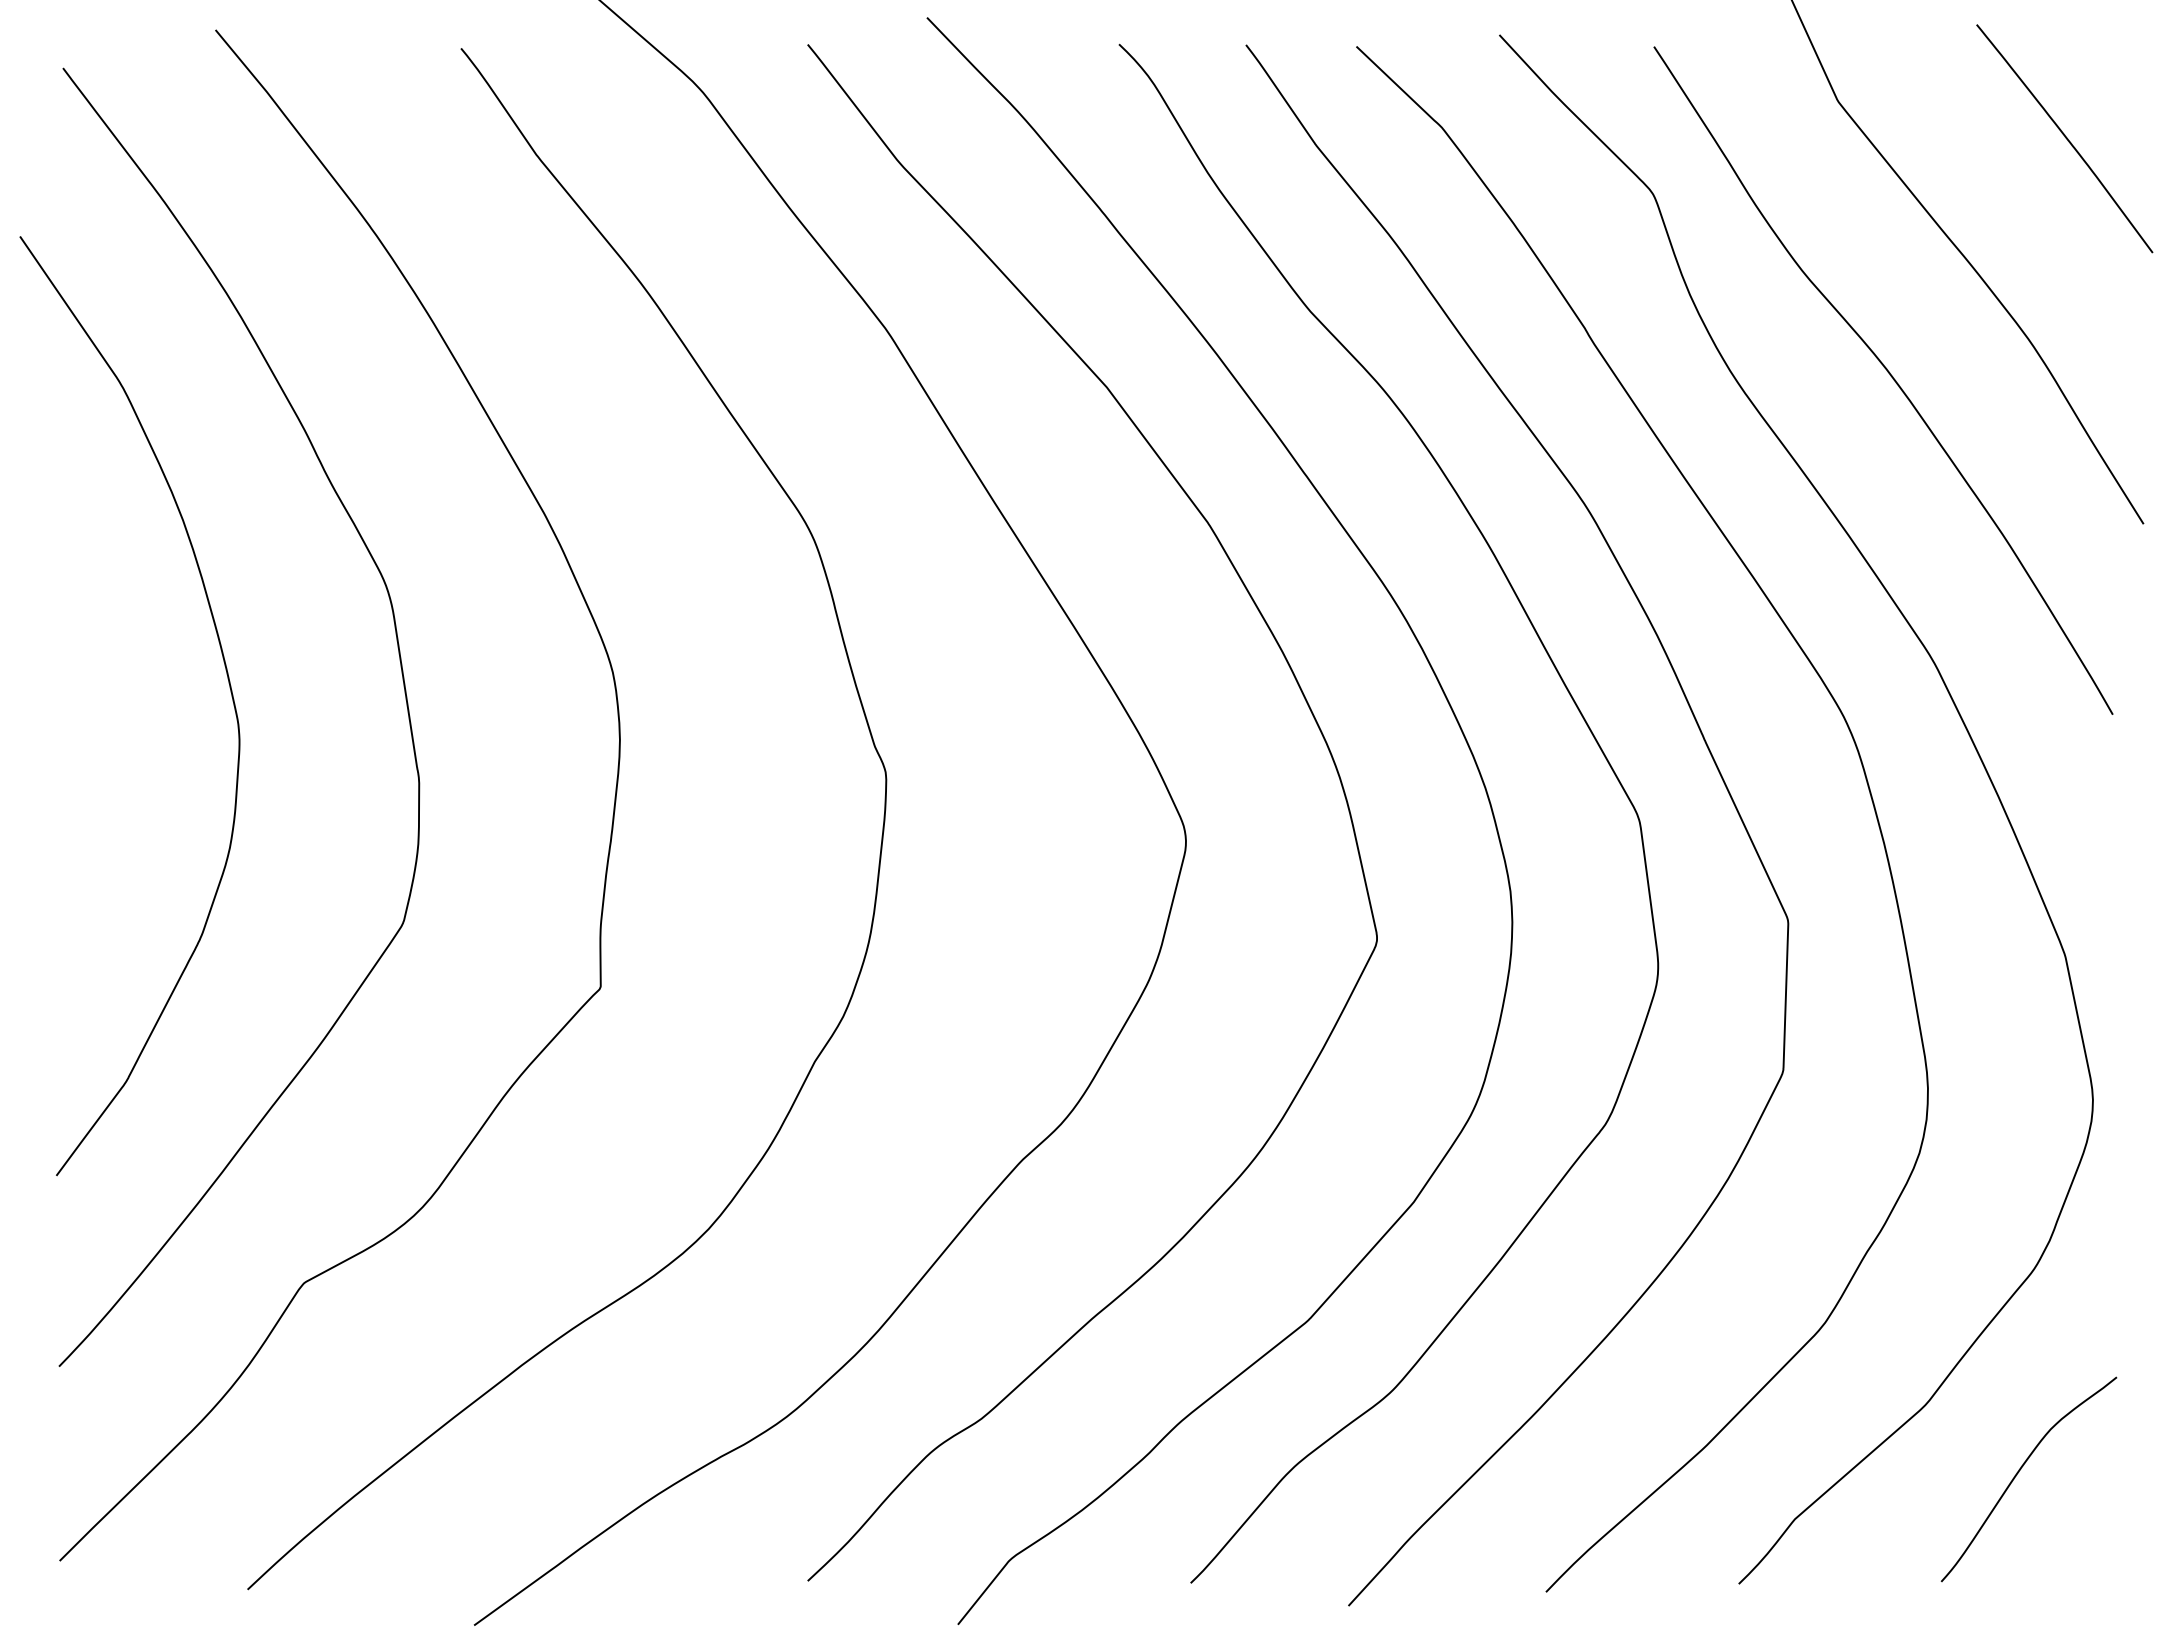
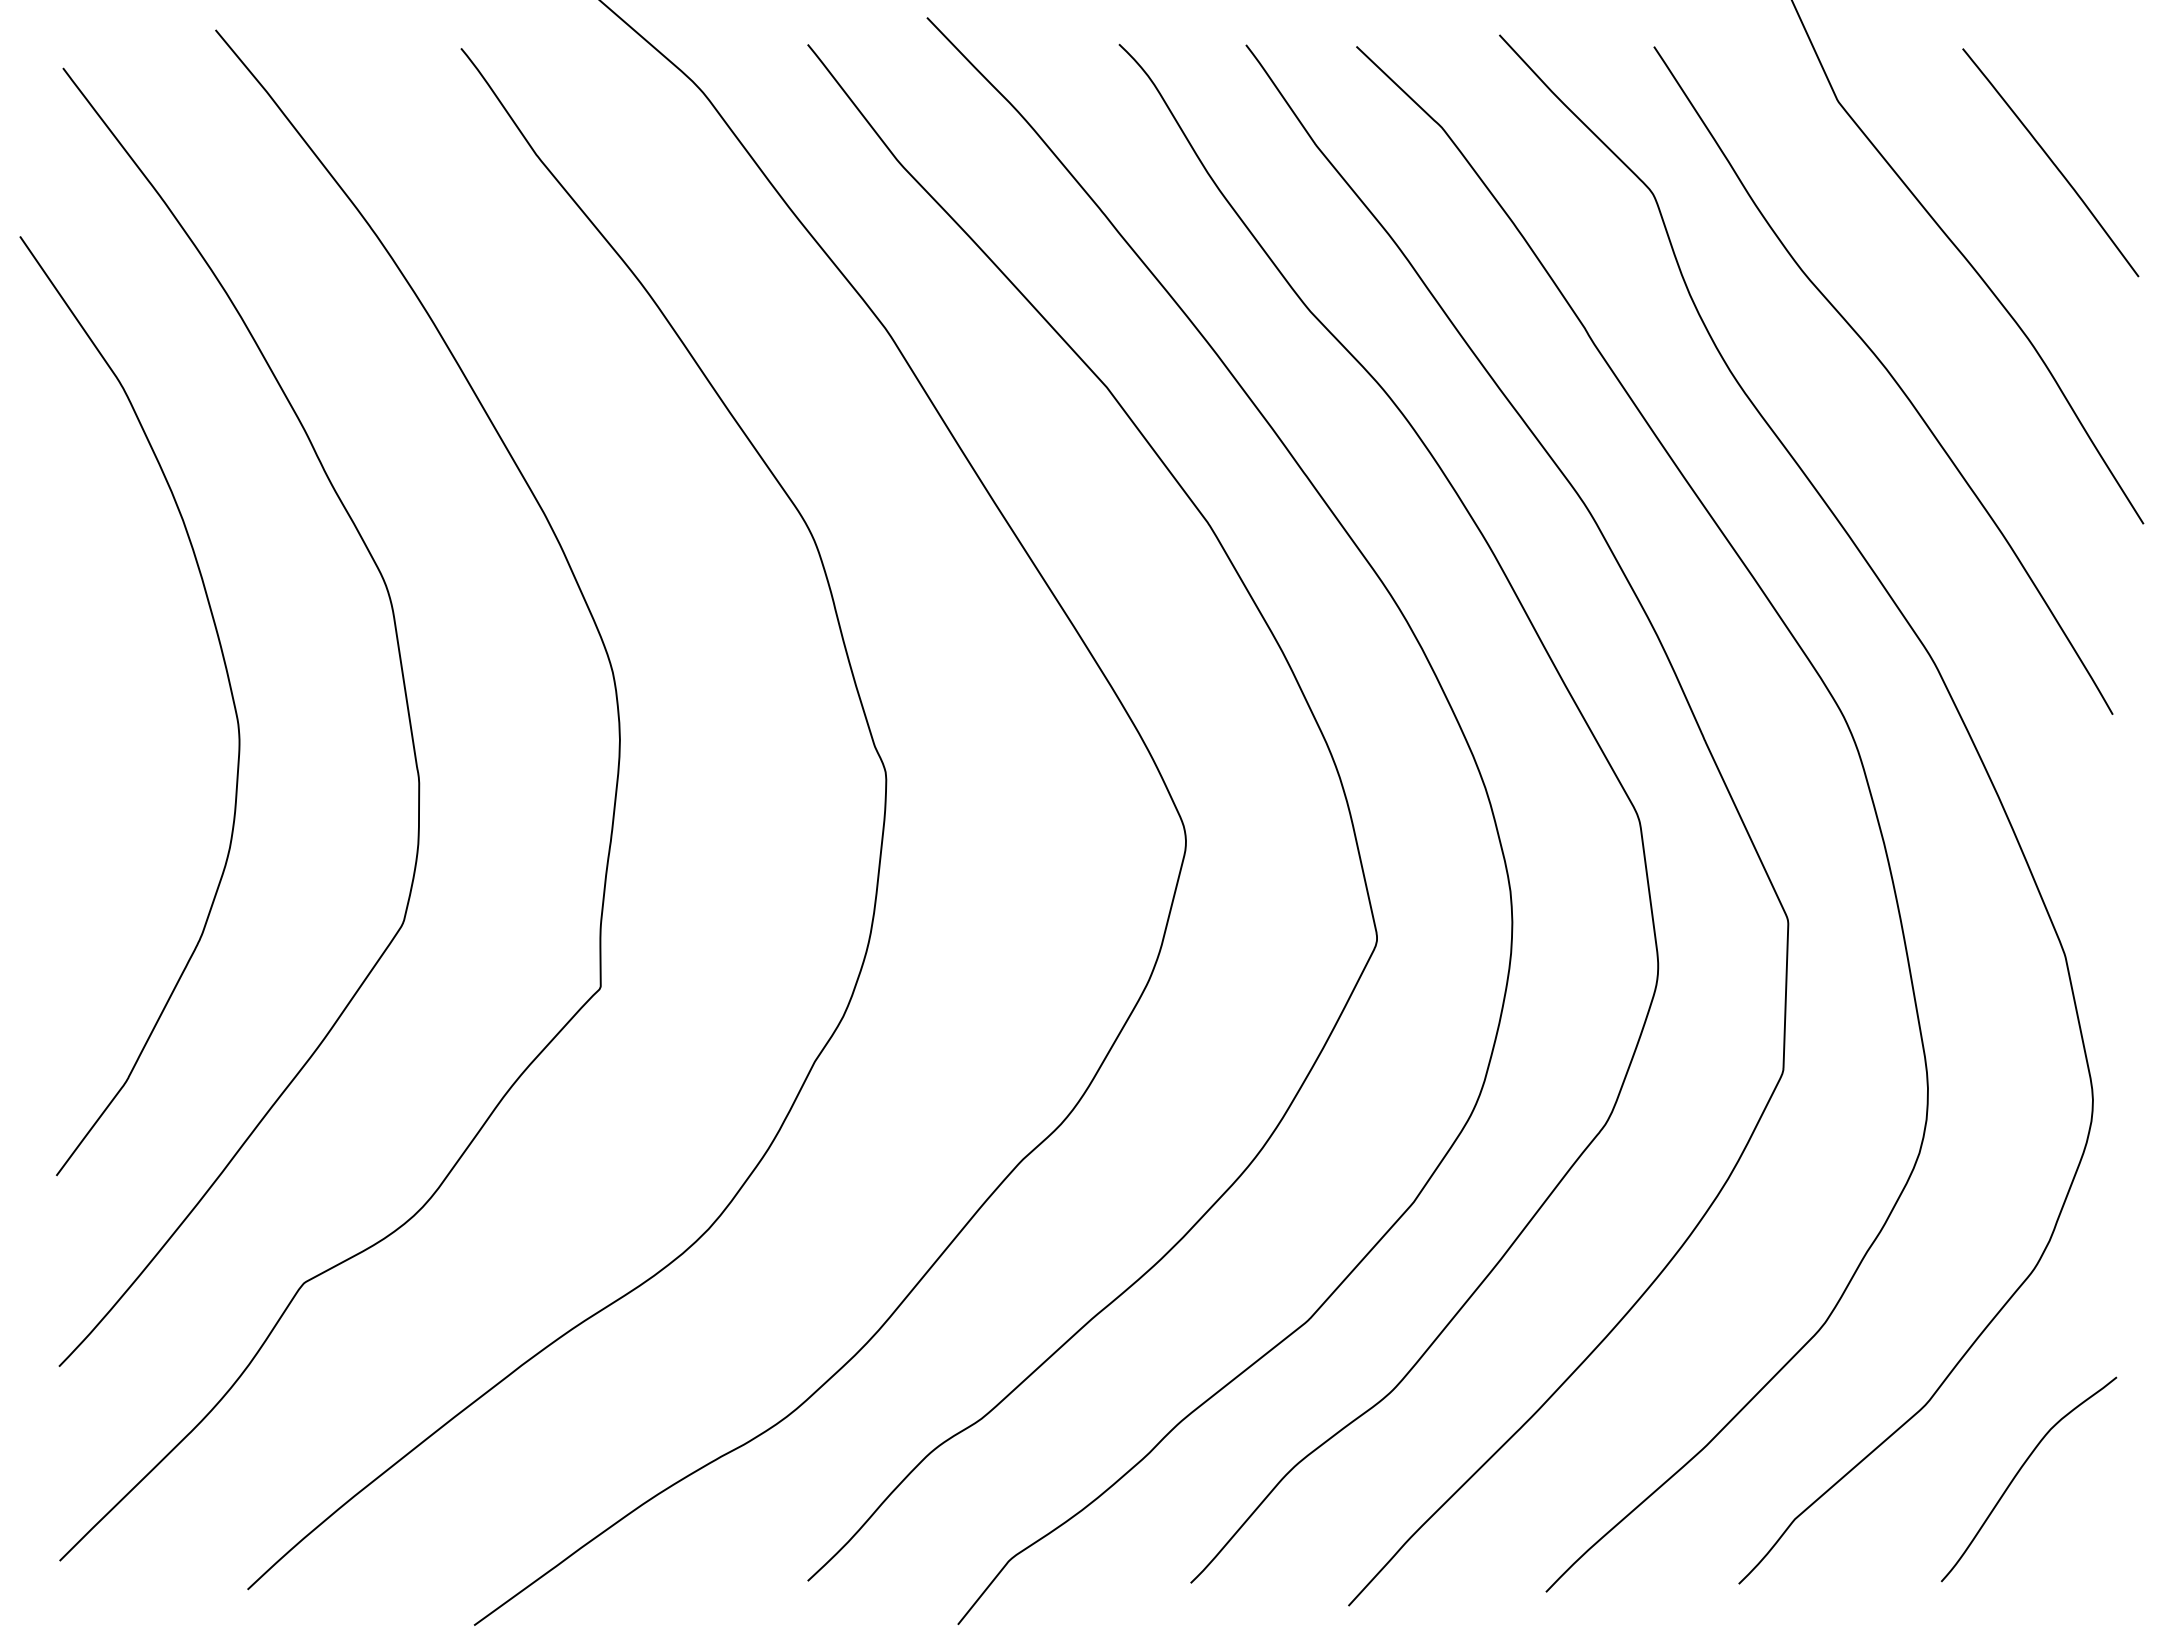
curve at (2064, 137) position: (2064, 137) -> (2050, 161)
